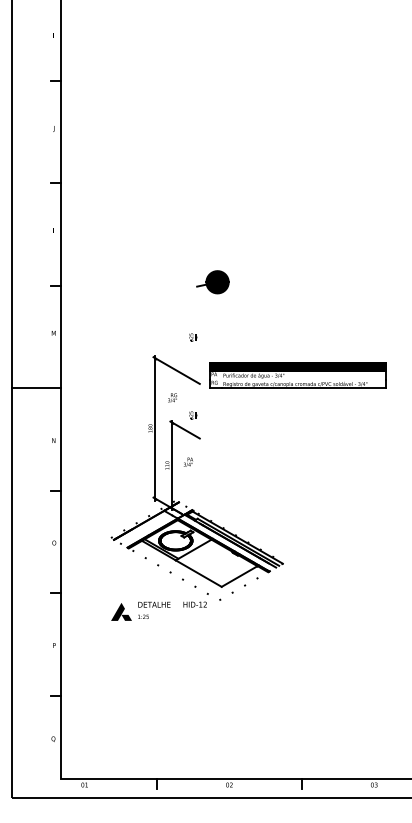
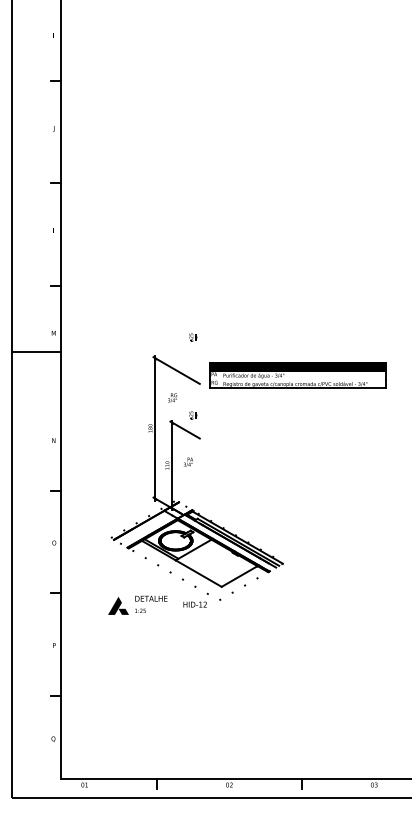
part at (212, 282): present -> none
line at (36, 388) position: (36, 388) -> (36, 352)
text at (140, 610) position: (140, 610) -> (137, 604)
